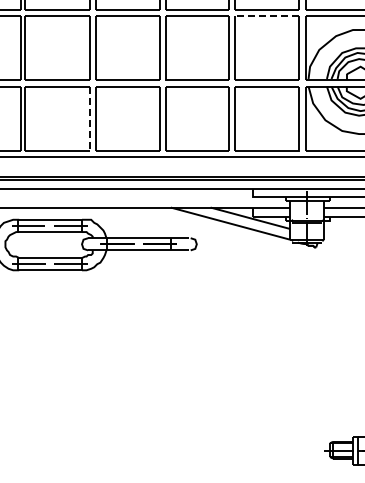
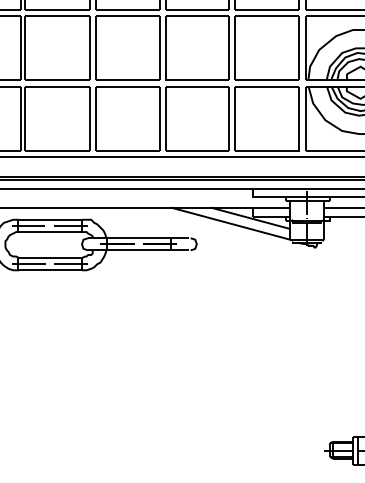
line at (266, 16): dashed -> solid
line at (89, 119): dashed -> solid
